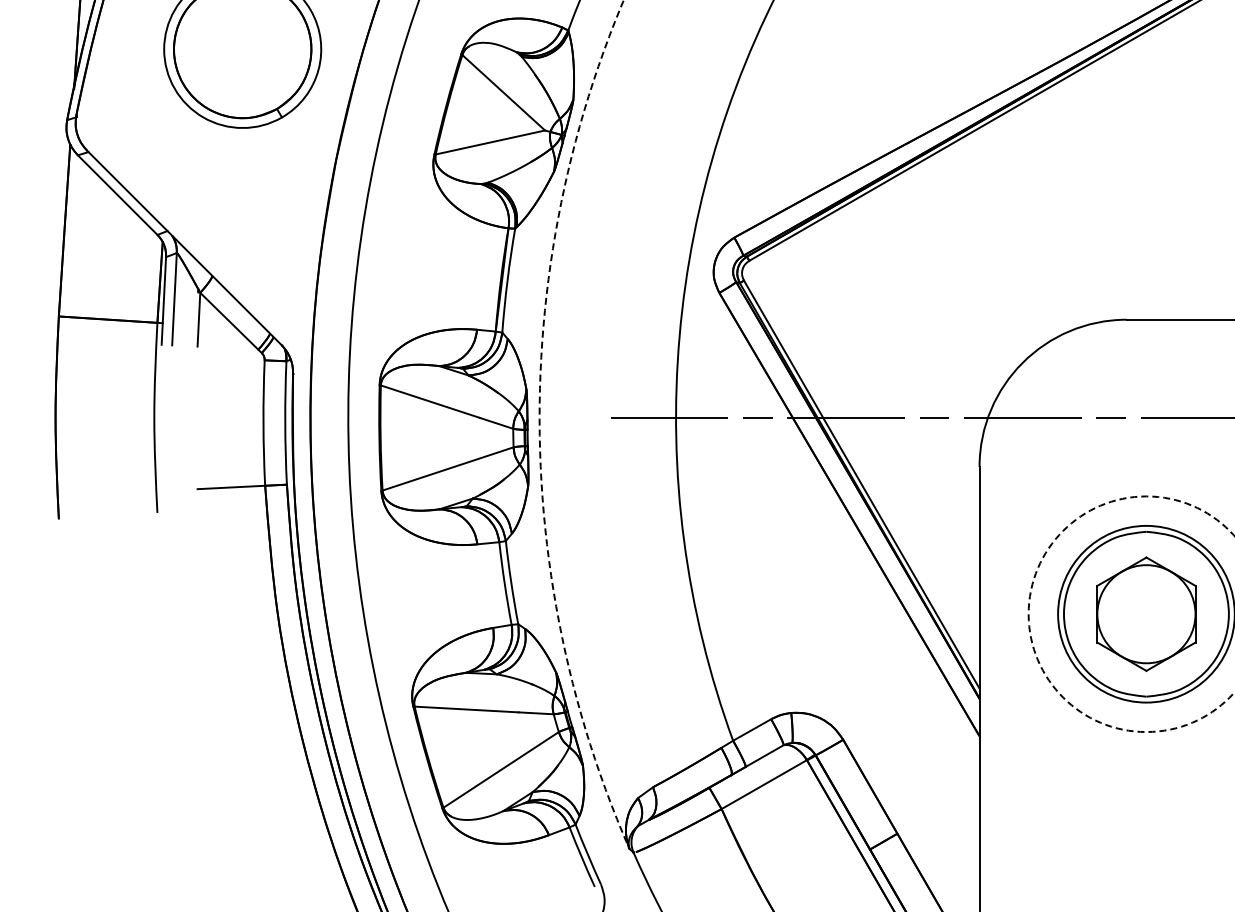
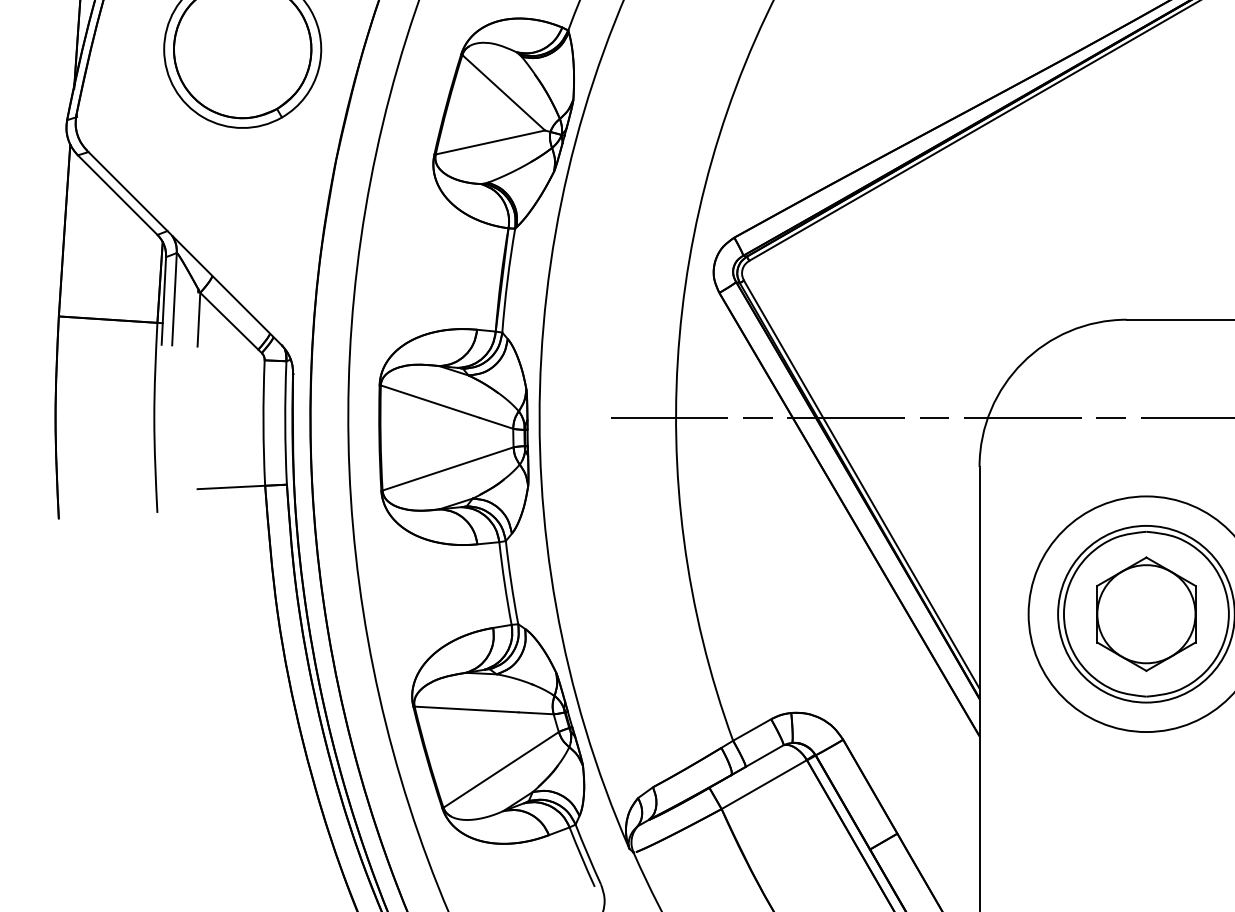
arc at (539, 423): dashed -> solid
circle at (1131, 614): dashed -> solid
